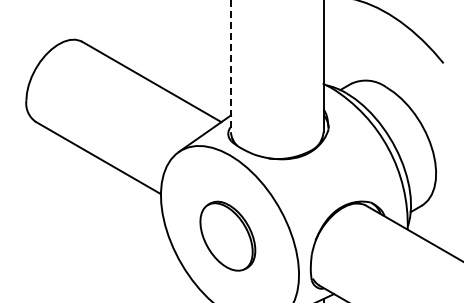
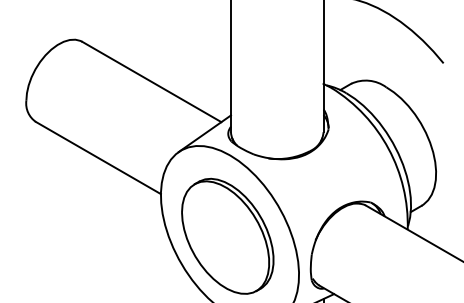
line at (230, 66): dashed -> solid
part at (227, 235) size: 58x72 px -> 94x118 px
